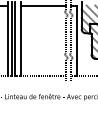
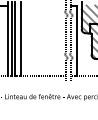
line at (43, 6): present -> none
